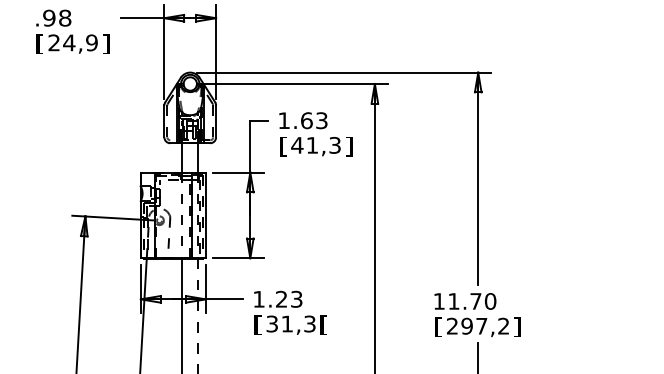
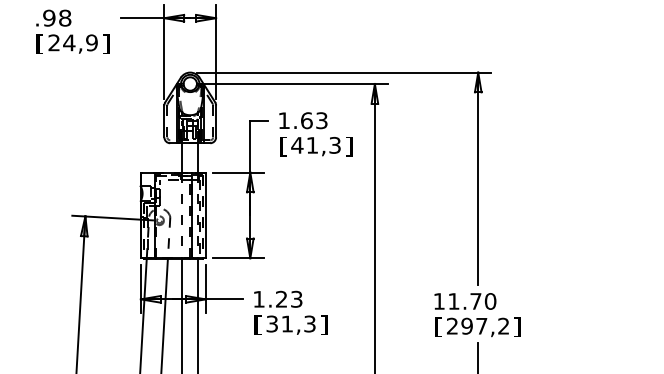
line at (164, 314): none -> present
line at (198, 316): dashed -> solid
text at (323, 324): [ -> ]
